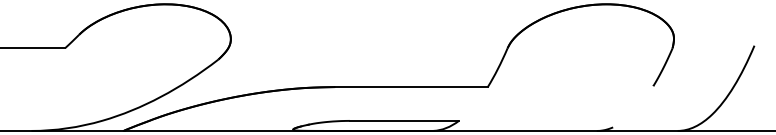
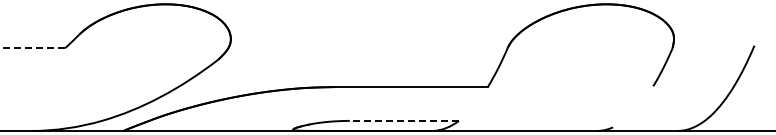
line at (32, 48): solid -> dashed
line at (404, 120): solid -> dashed
